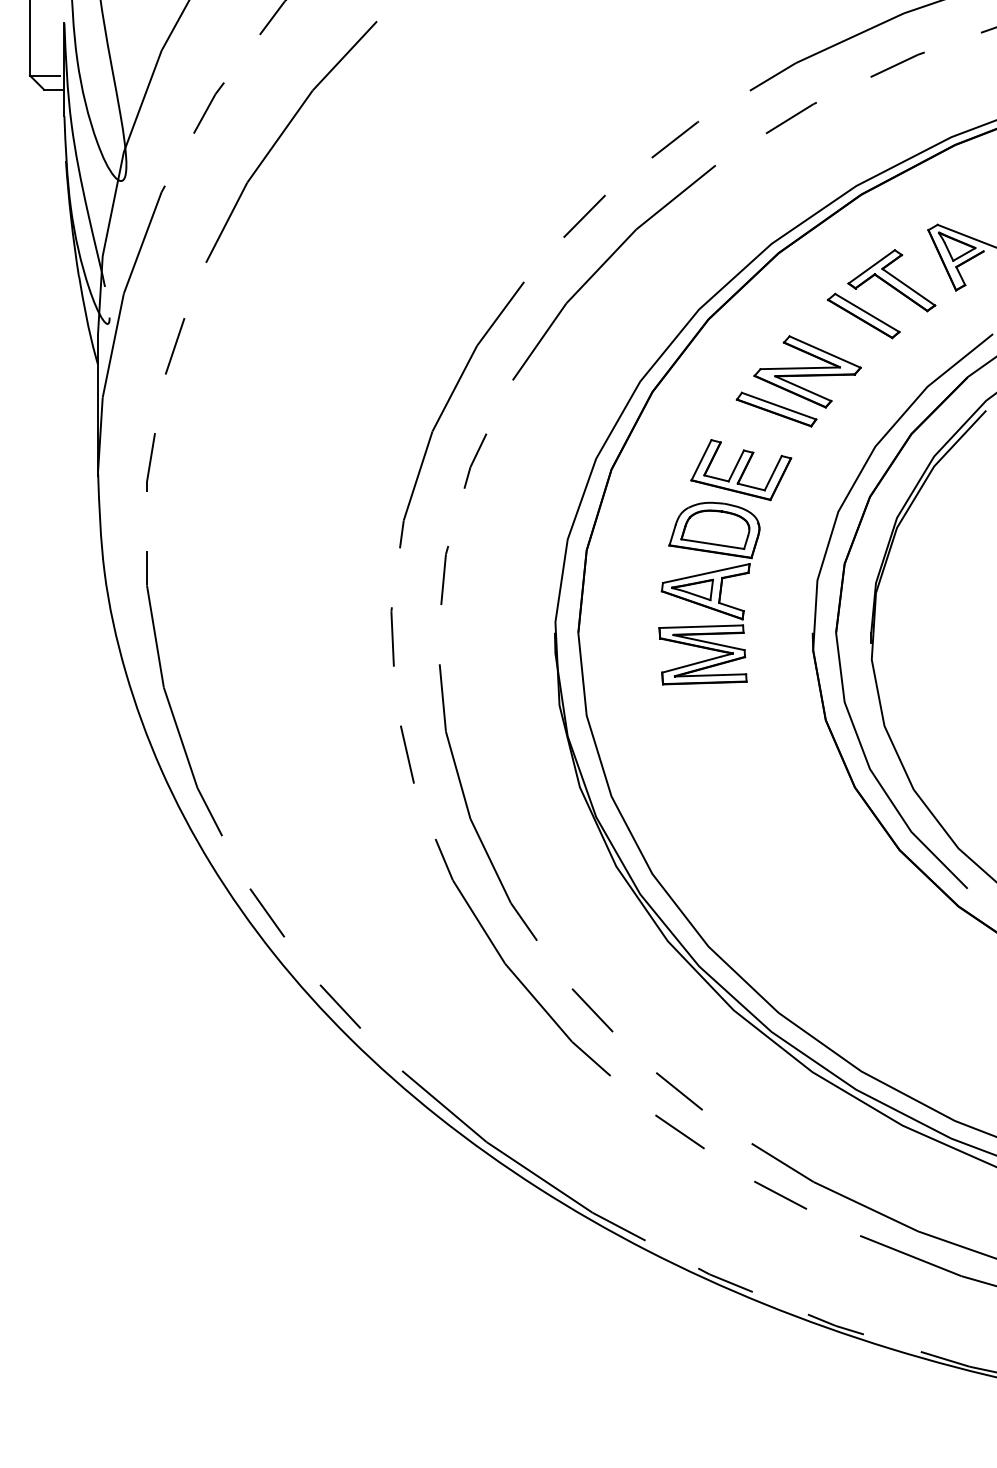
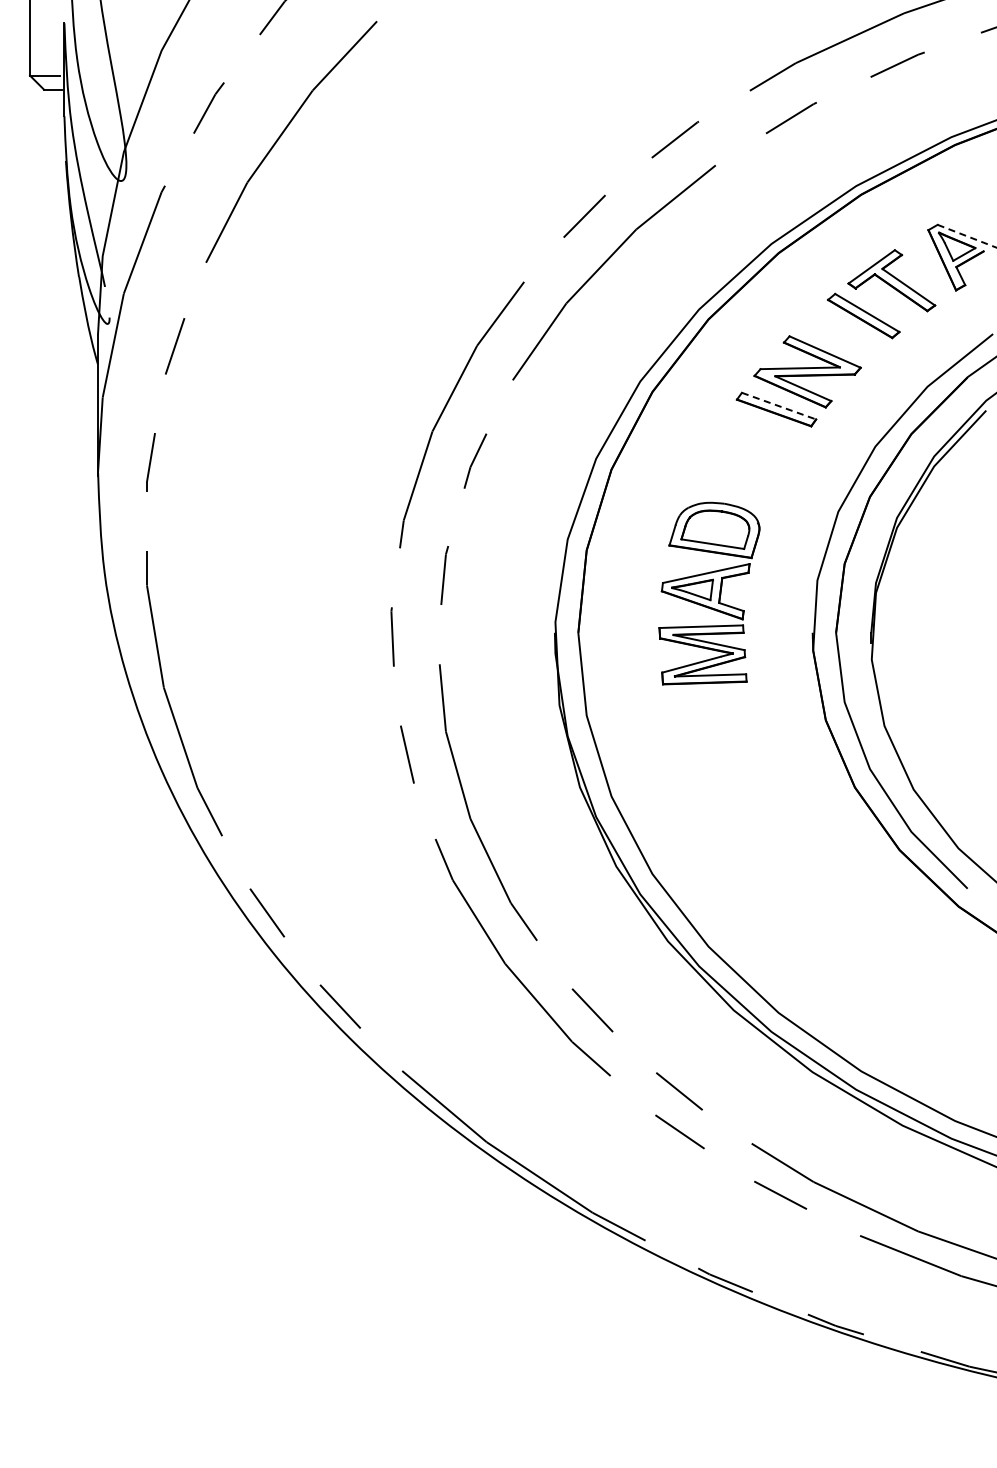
line at (967, 236): solid -> dashed
line at (779, 406): solid -> dashed
part at (741, 470): present -> none
